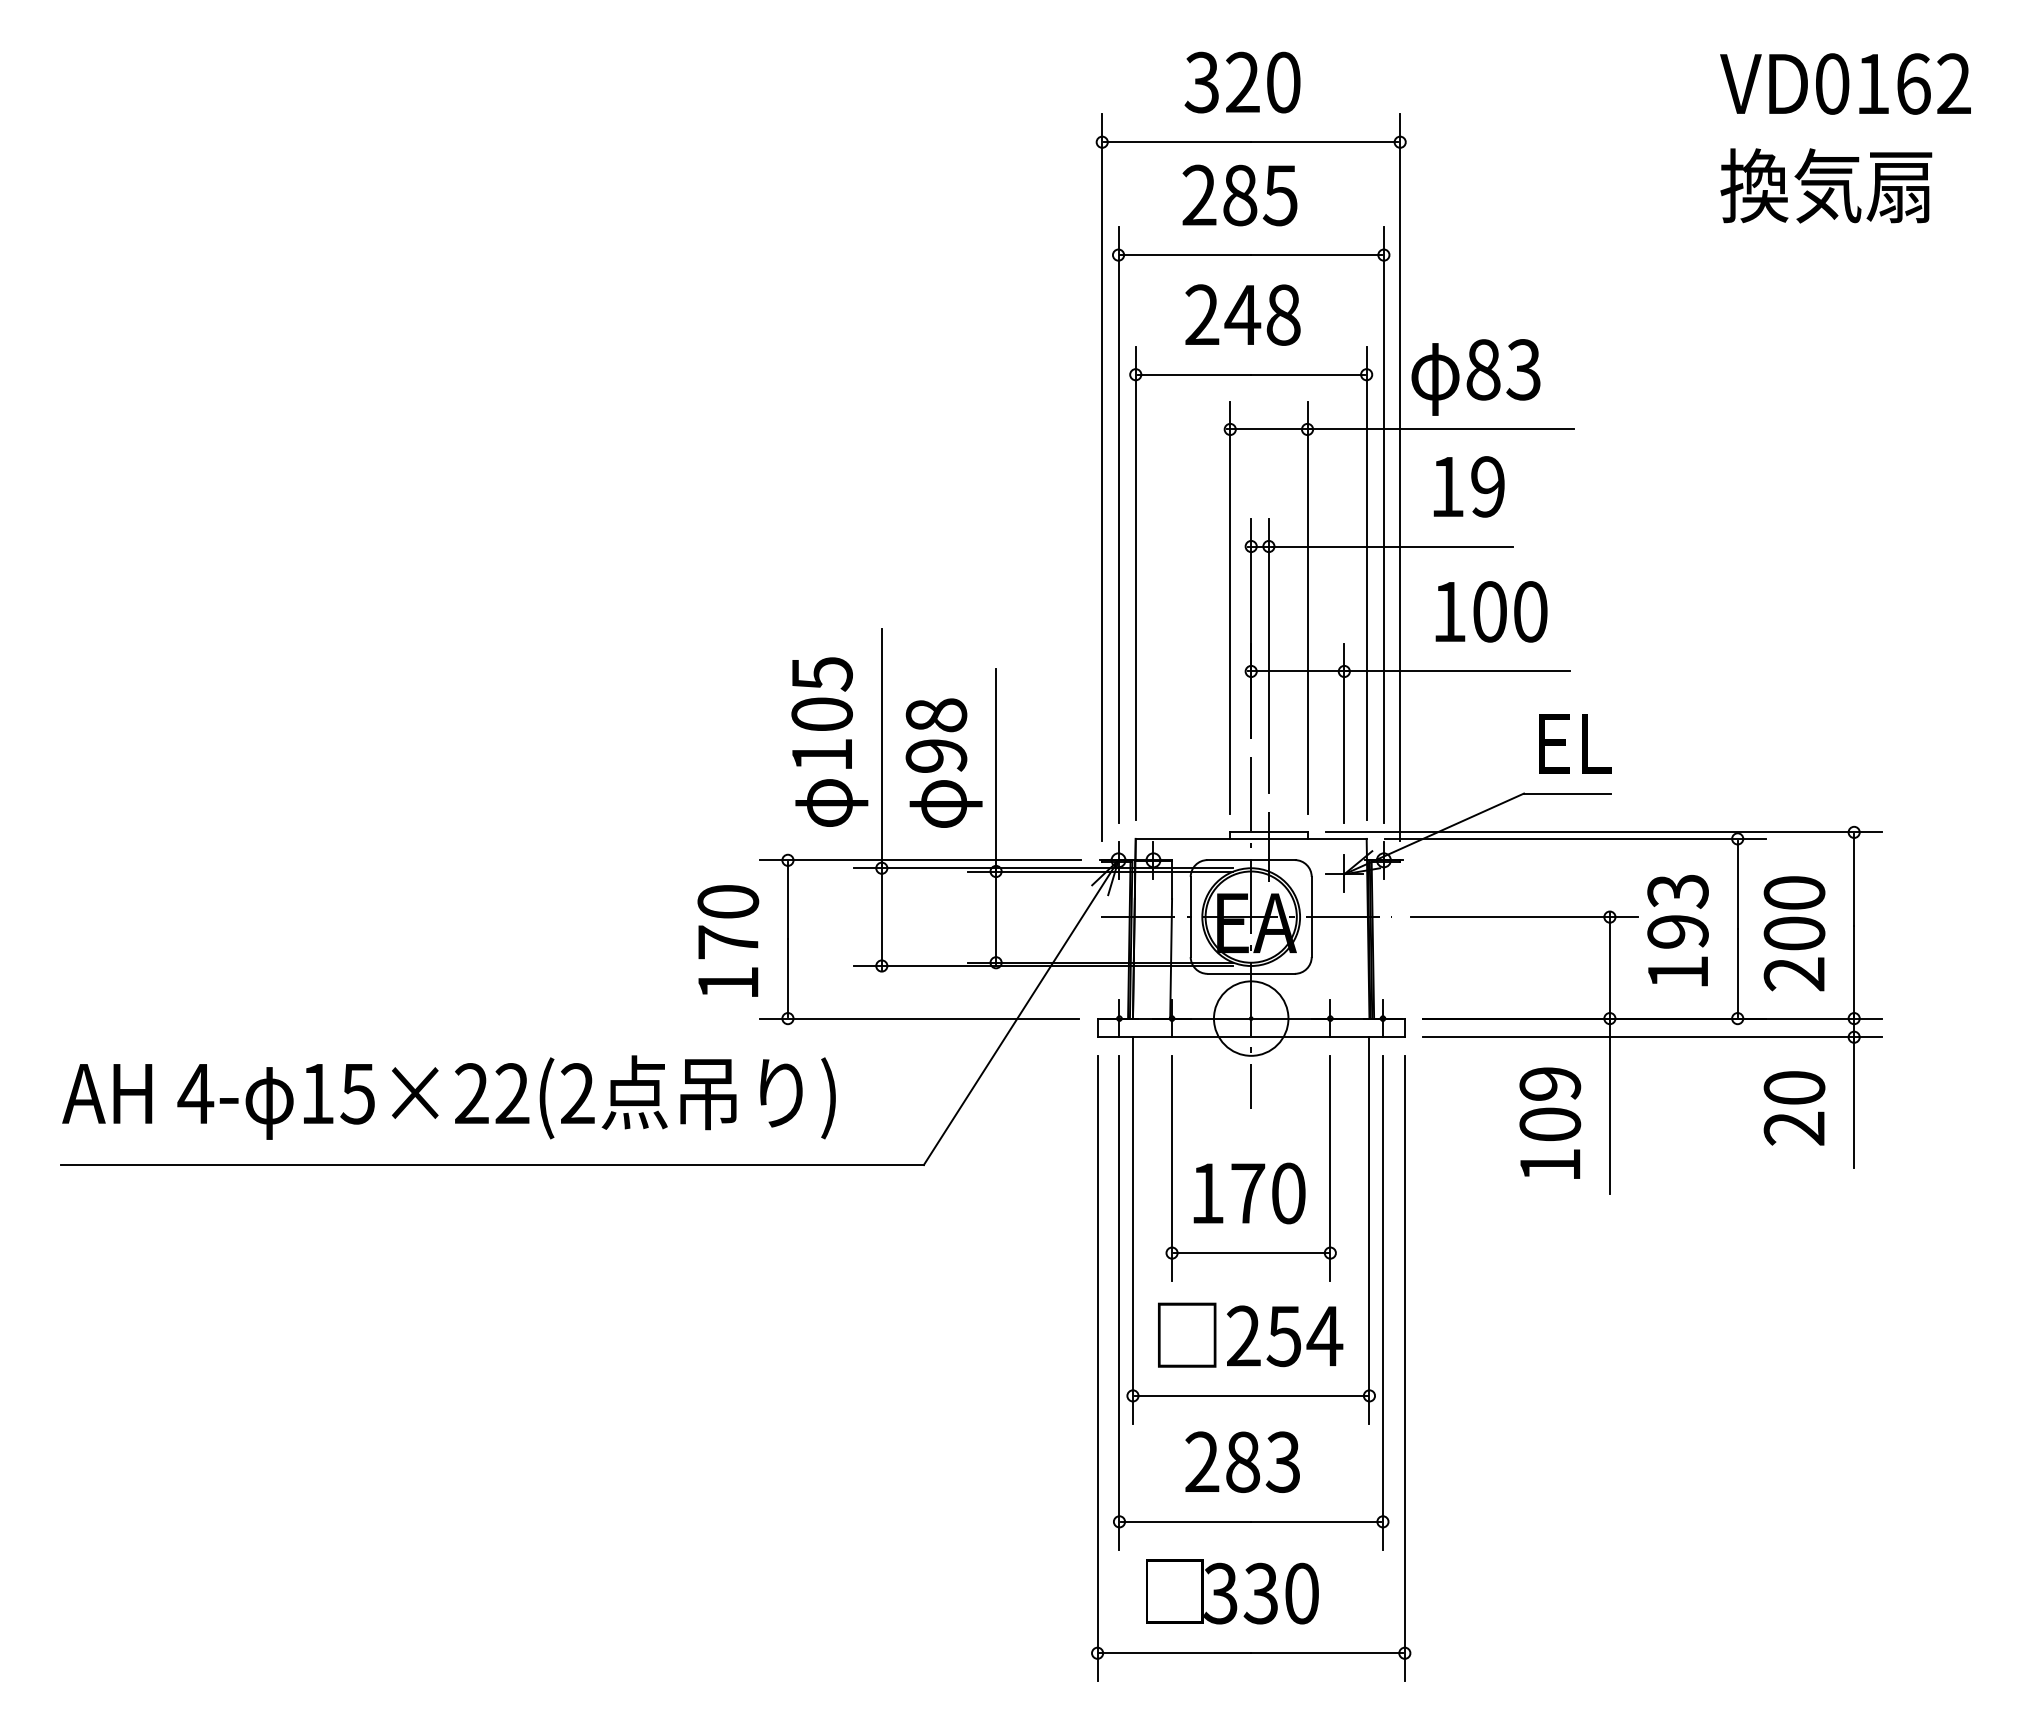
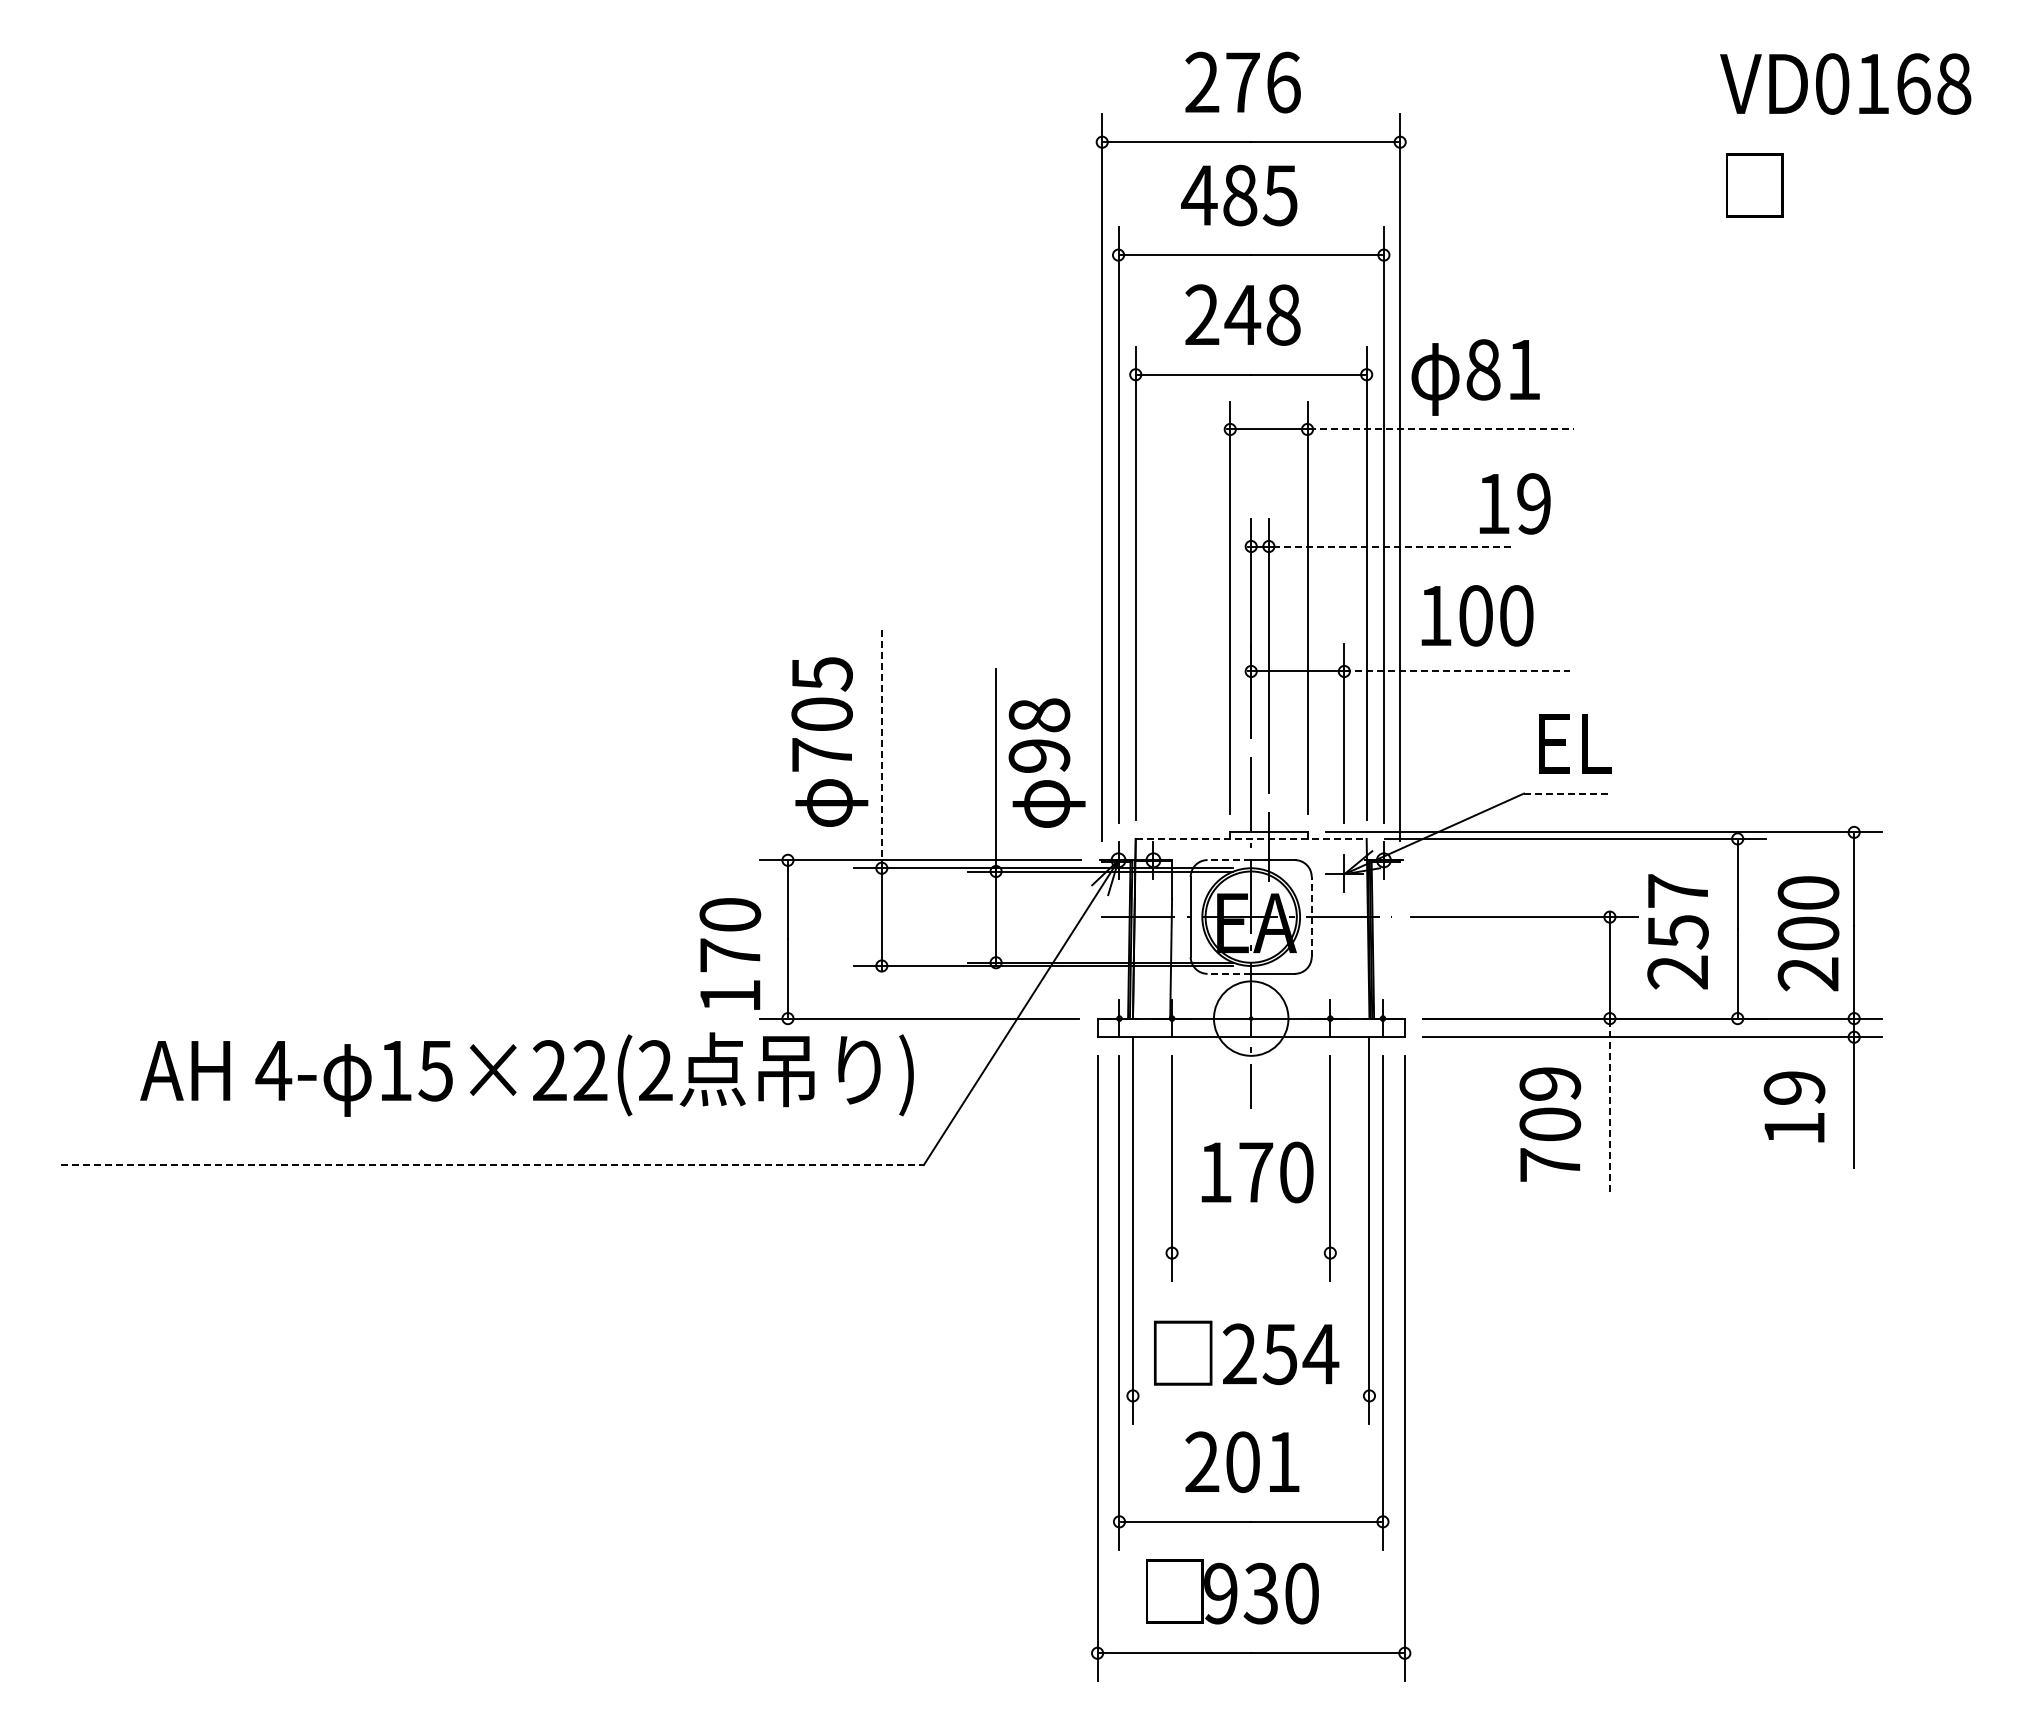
text at (1242, 82): 320 -> 276
text at (1954, 83): VD0162 -> VD0168
text at (1826, 185): 換気扇 -> □
text at (1199, 194): 285 -> 485
text at (1523, 369): 83 -> 81
line at (1441, 429): solid -> dashed
text at (1468, 486) position: (1468, 486) -> (1514, 503)
line at (1393, 546): solid -> dashed
text at (1491, 611) position: (1491, 611) -> (1477, 615)
line at (1457, 671): solid -> dashed
line at (881, 748): solid -> dashed
text at (821, 754): 105 -> 705
text at (943, 762) position: (943, 762) -> (1046, 762)
line at (1567, 793): solid -> dashed
line at (1251, 838): solid -> dashed
line at (1228, 860): solid -> dashed
line at (1311, 917): solid -> dashed
text at (1677, 931): 193 -> 257
text at (1794, 933) position: (1794, 933) -> (1808, 933)
text at (728, 940) position: (728, 940) -> (730, 953)
line at (1229, 973): solid -> dashed
text at (448, 1097) position: (448, 1097) -> (526, 1074)
line at (1609, 1107): solid -> dashed
text at (1794, 1108): 20 -> 19
text at (1550, 1164): 109 -> 709
line at (492, 1165): solid -> dashed
text at (1249, 1193) position: (1249, 1193) -> (1257, 1172)
line at (1250, 1253): present -> none
text at (1250, 1334) position: (1250, 1334) -> (1246, 1352)
line at (1250, 1395): present -> none
text at (1262, 1462): 283 -> 201
text at (1220, 1593): 330 -> 930
